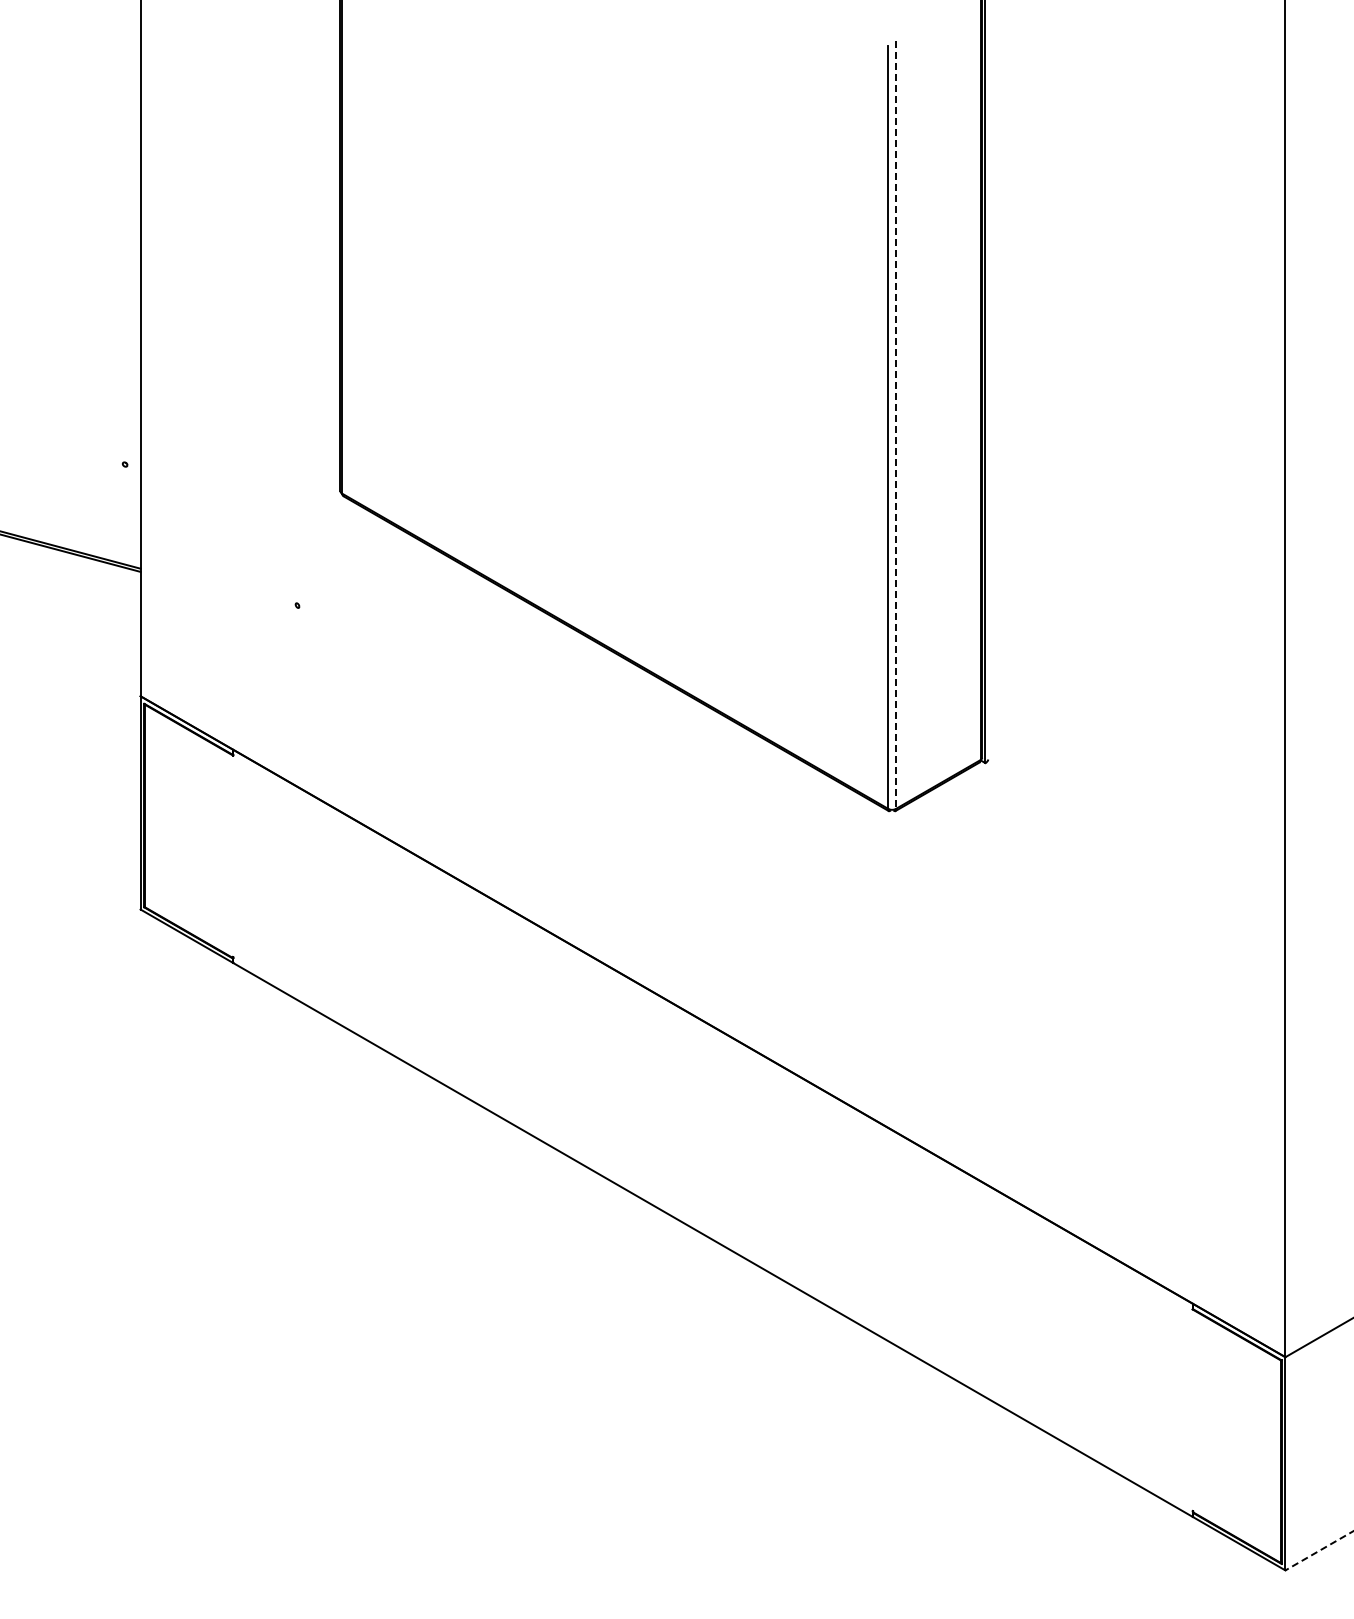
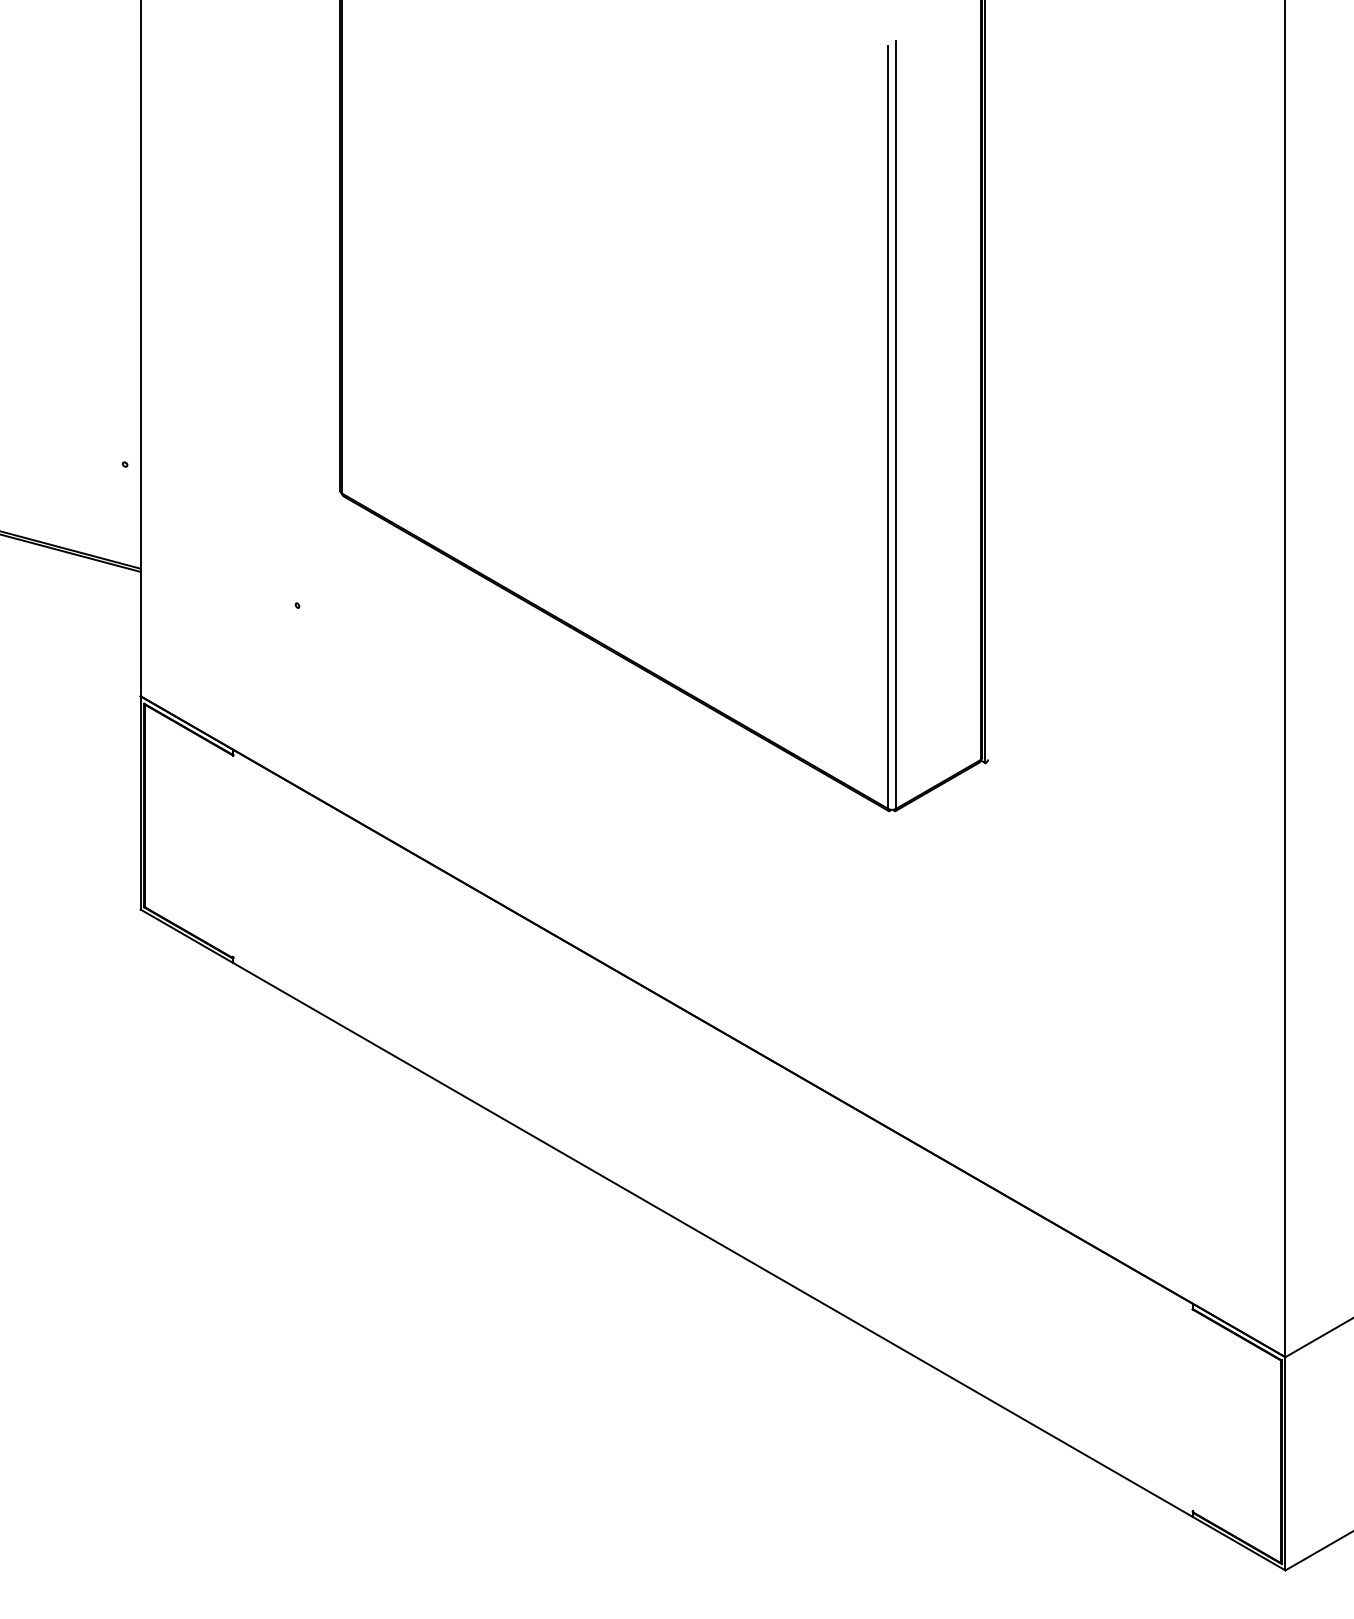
line at (896, 425): dashed -> solid
line at (1319, 1550): dashed -> solid
